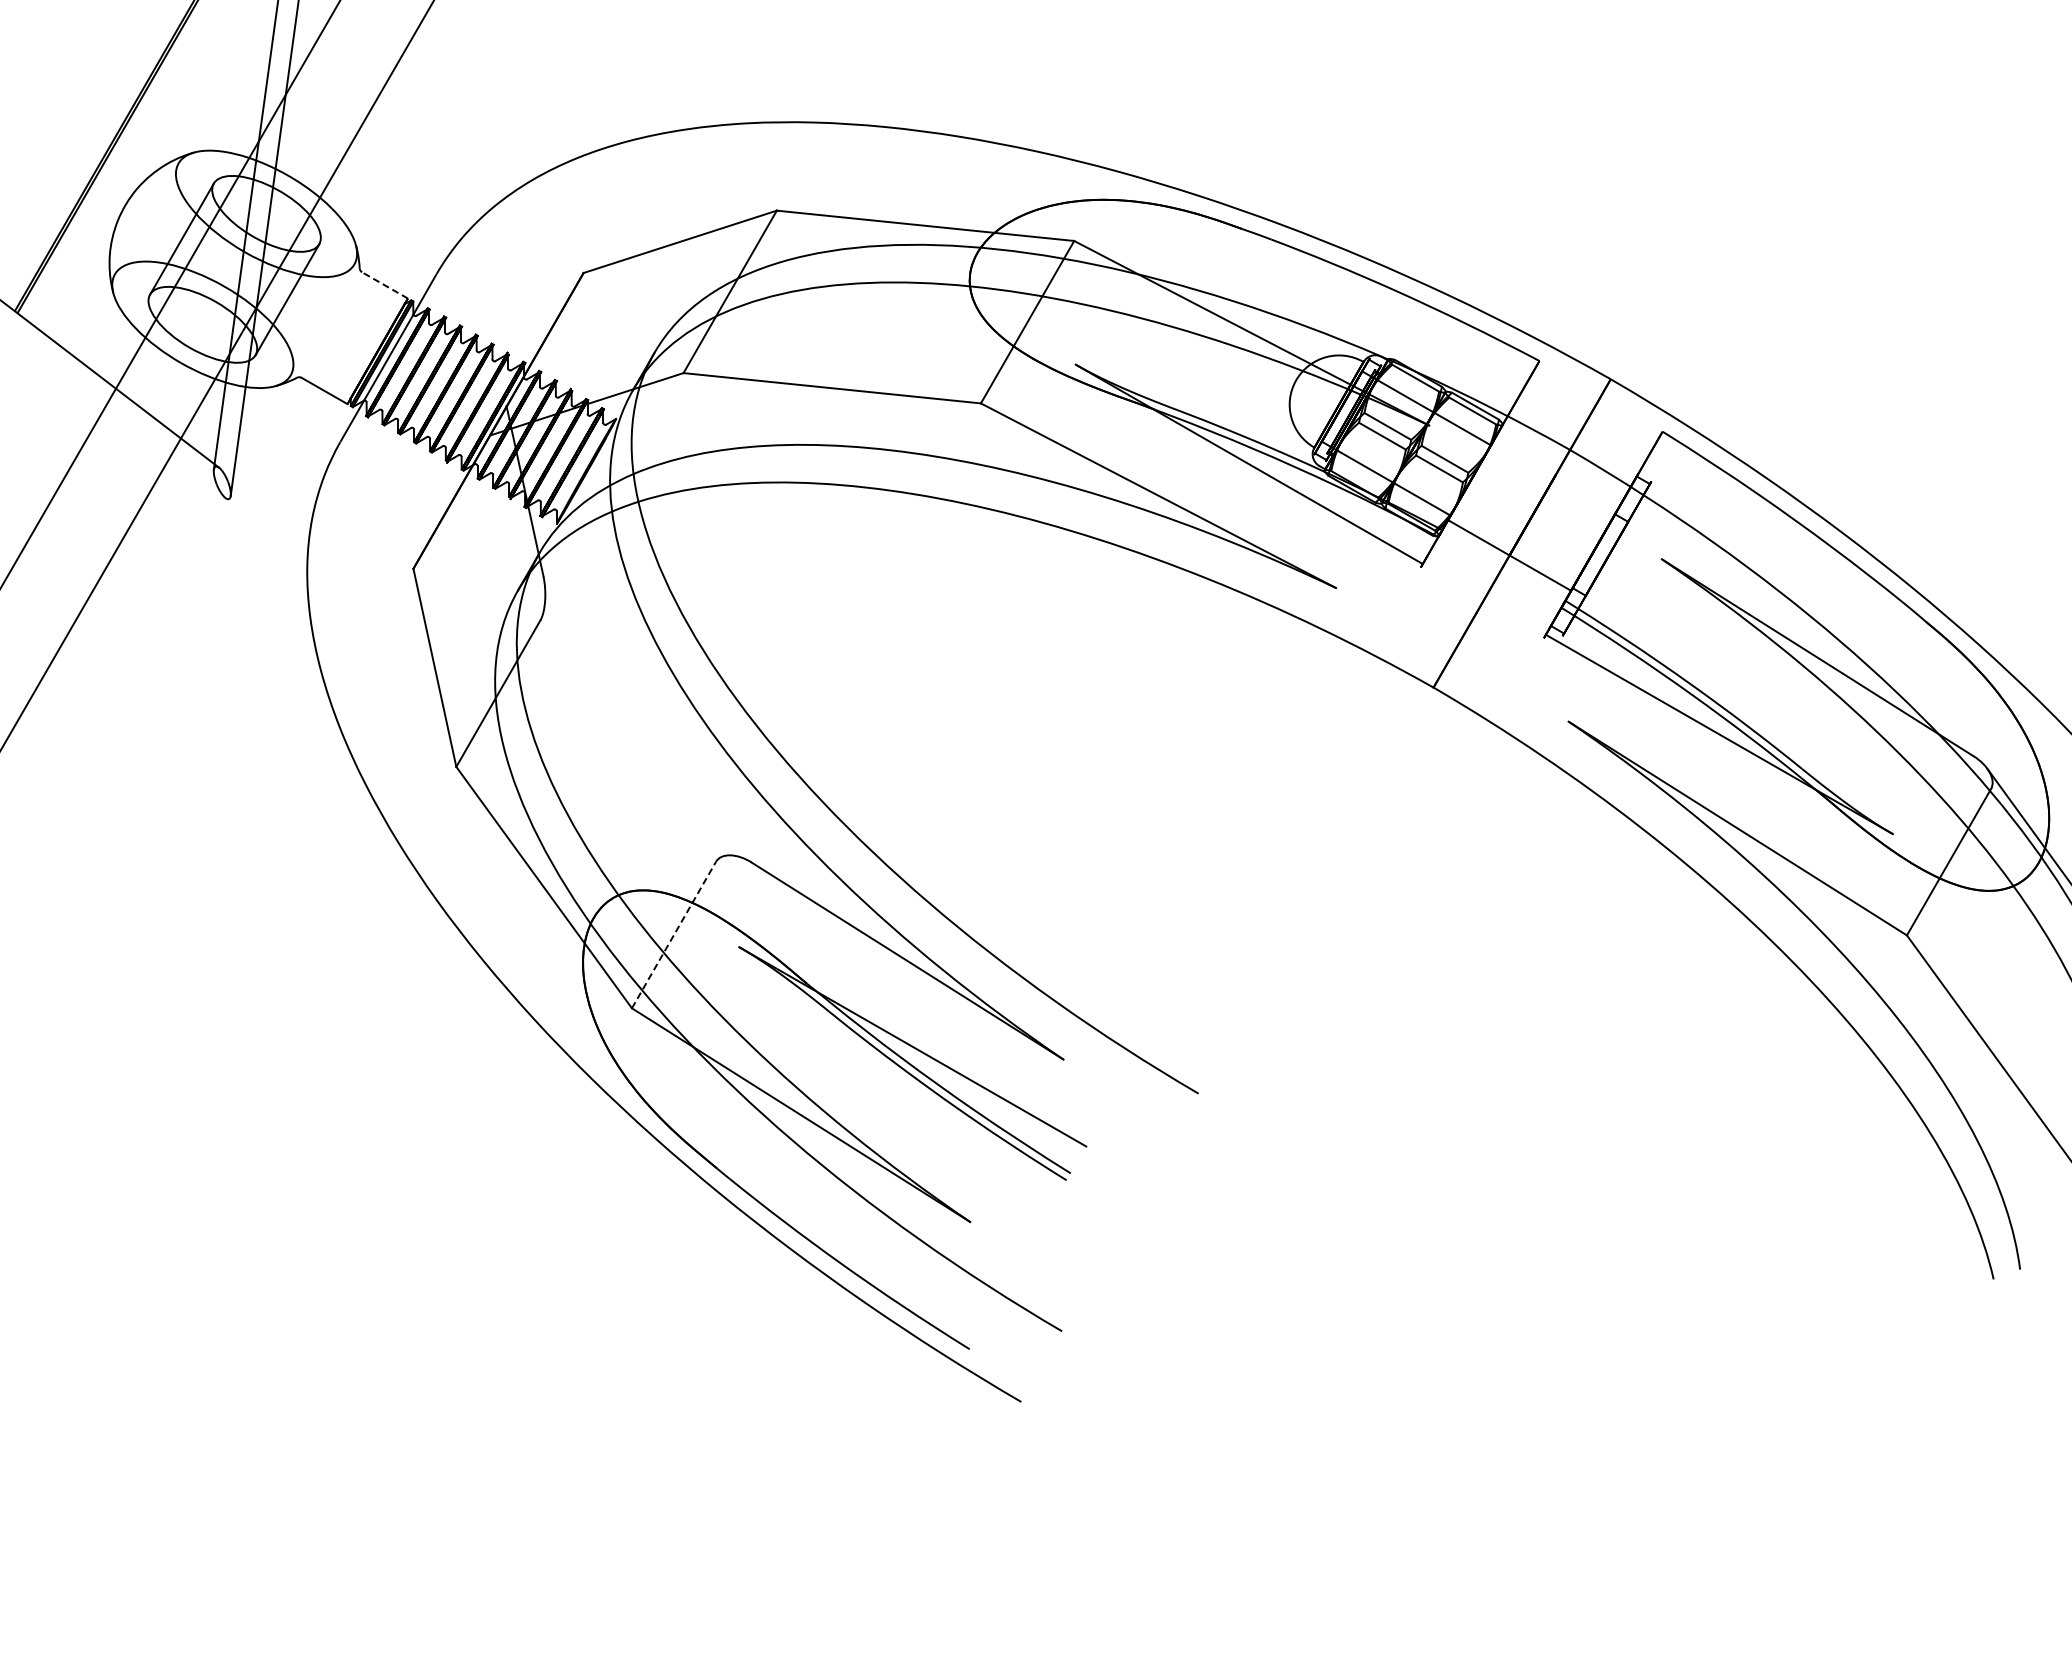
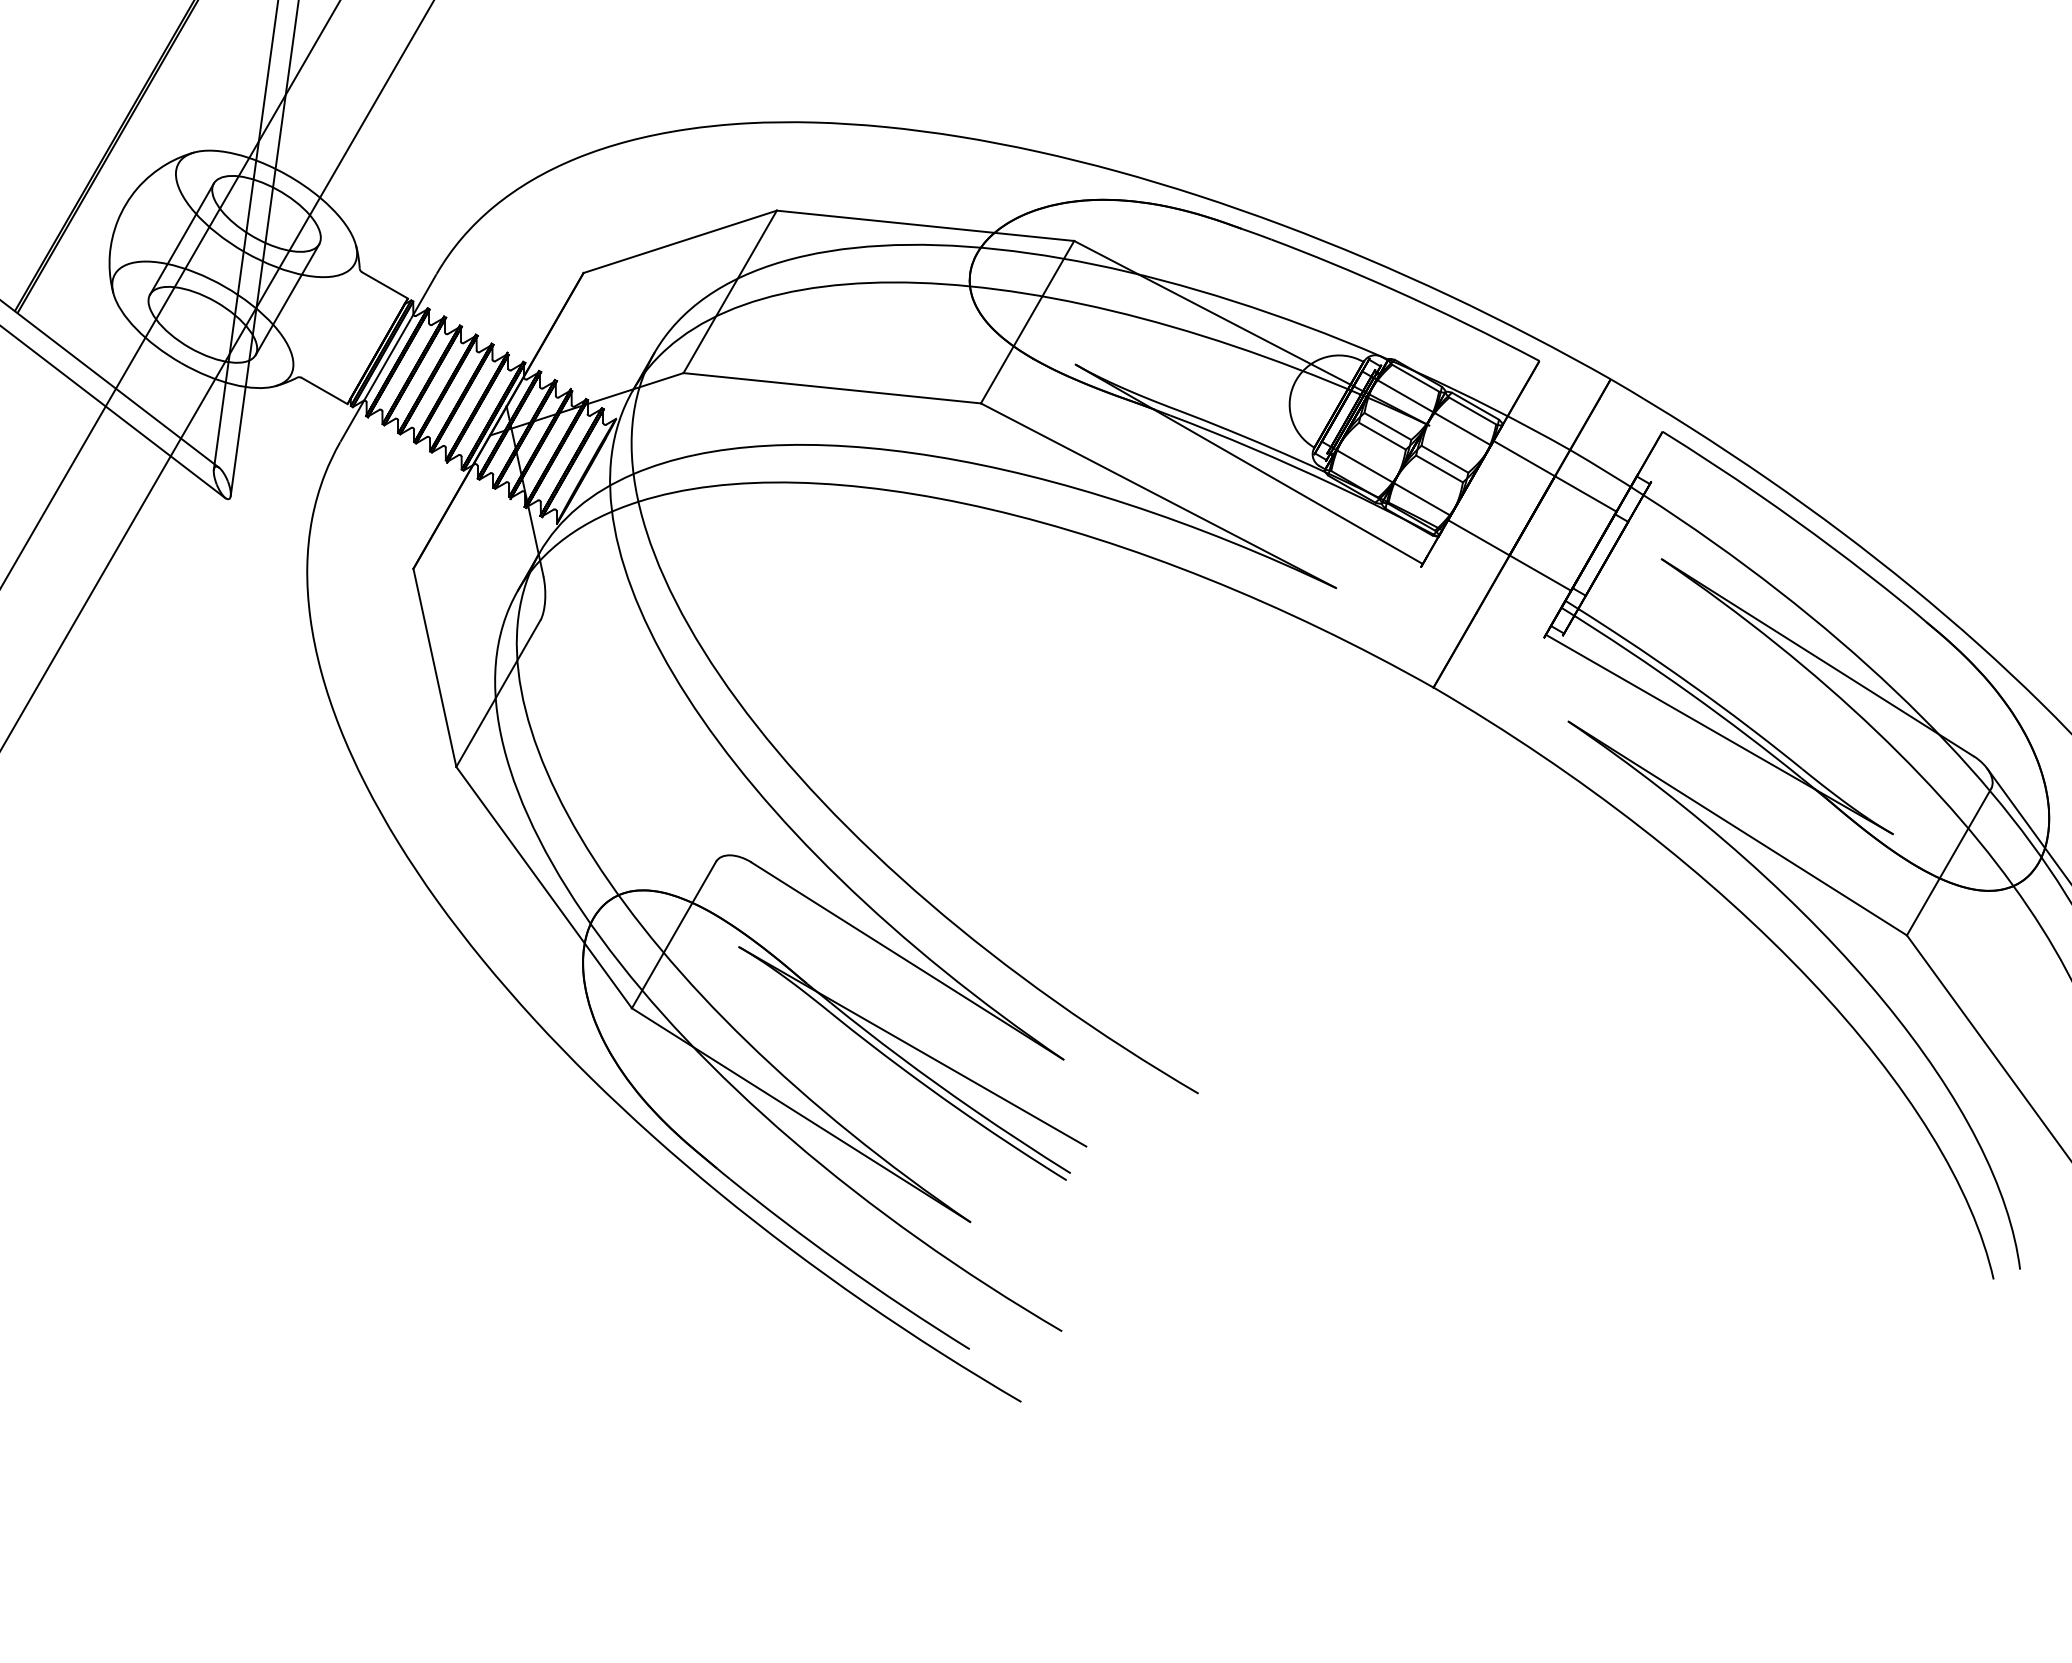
line at (384, 285): dashed -> solid
line at (113, 412): none -> present
line at (1554, 475): none -> present
line at (674, 935): dashed -> solid
